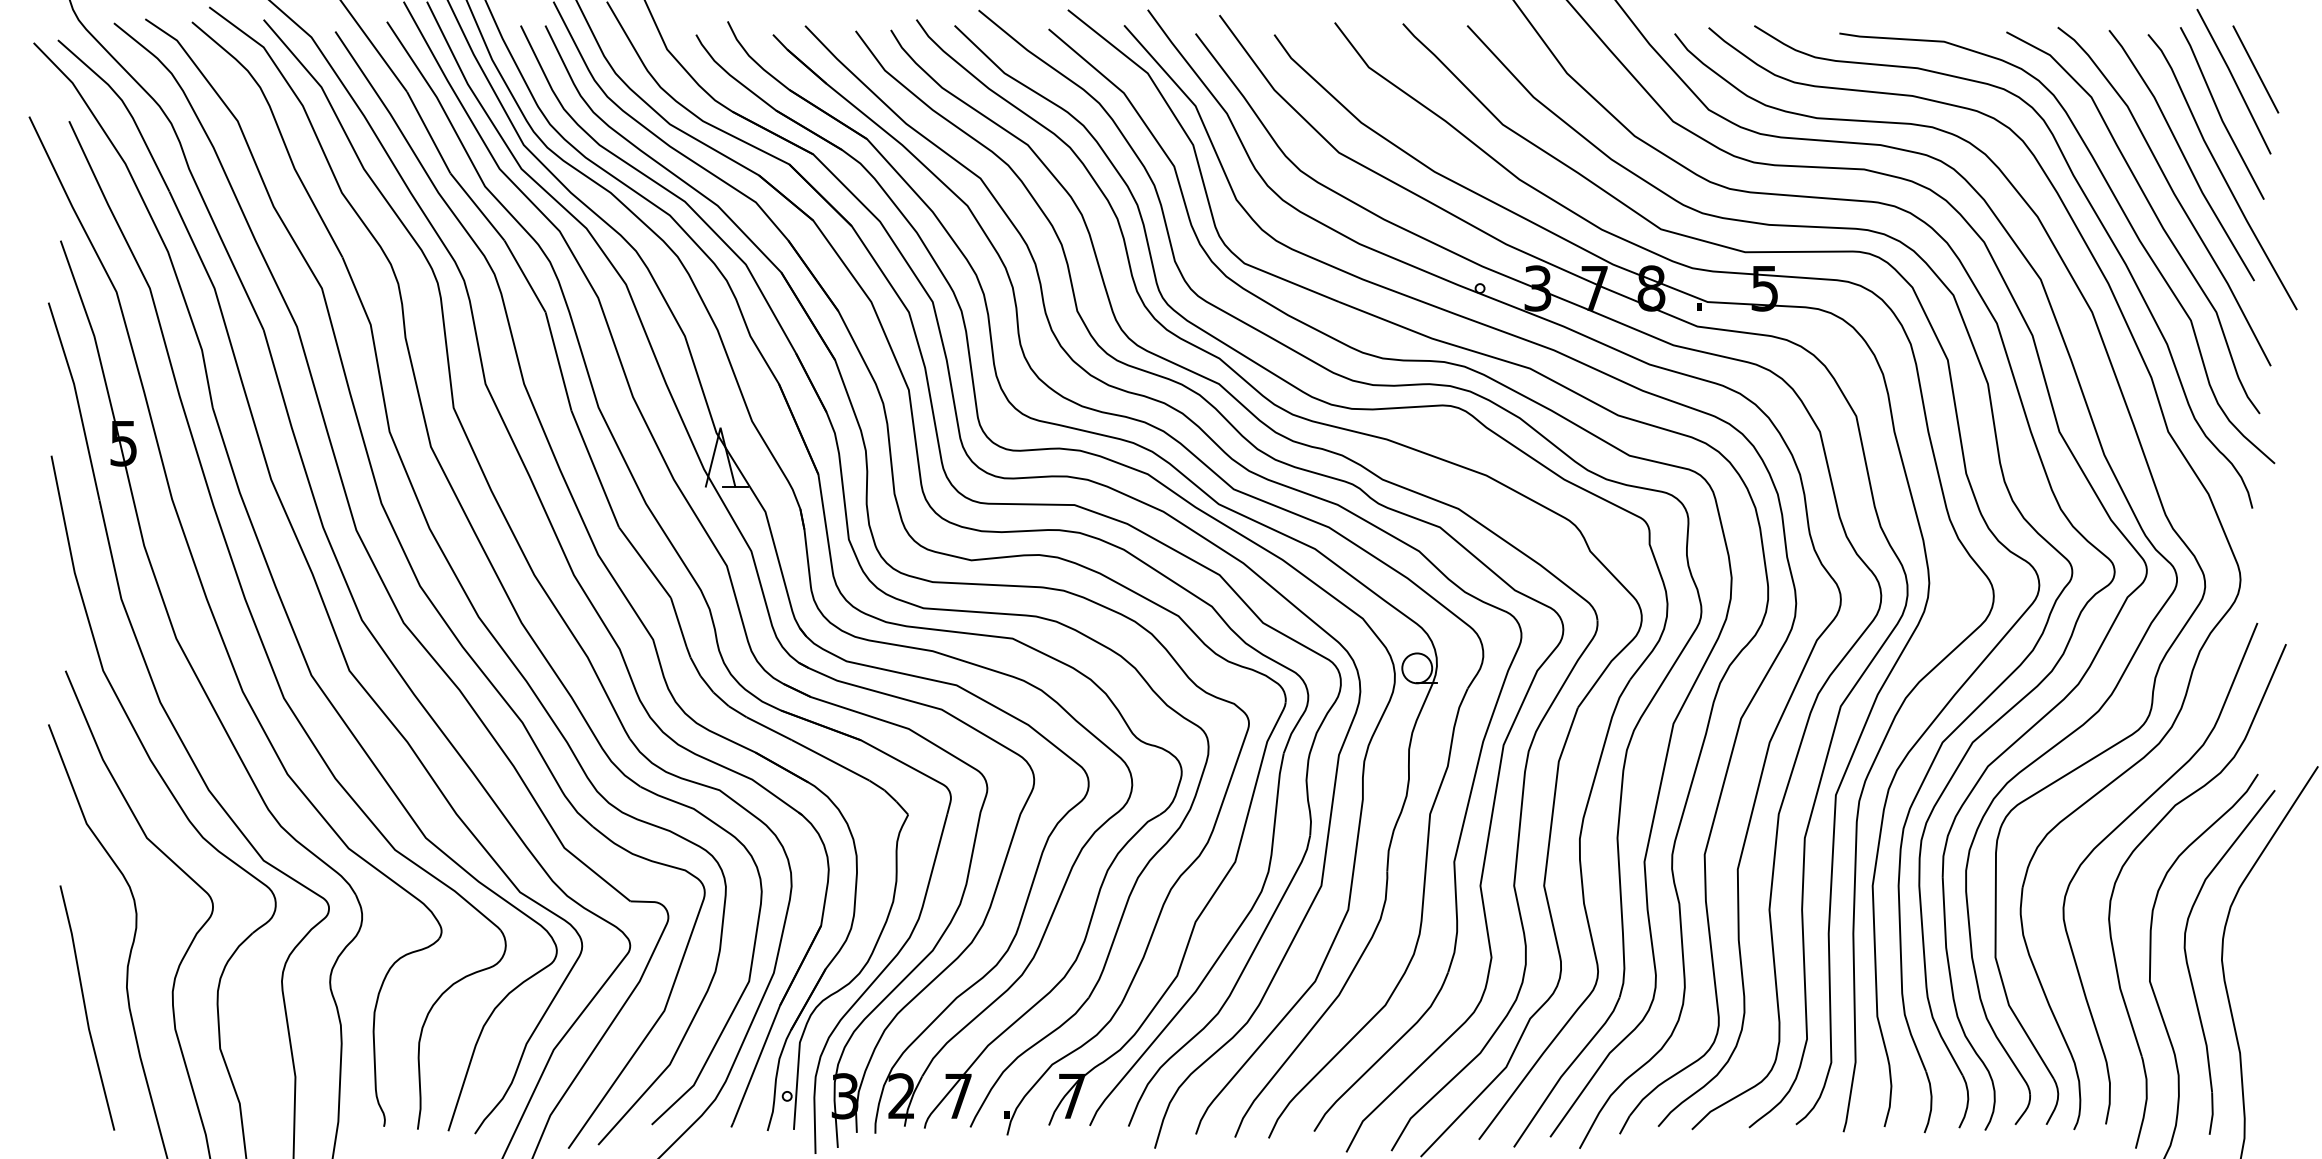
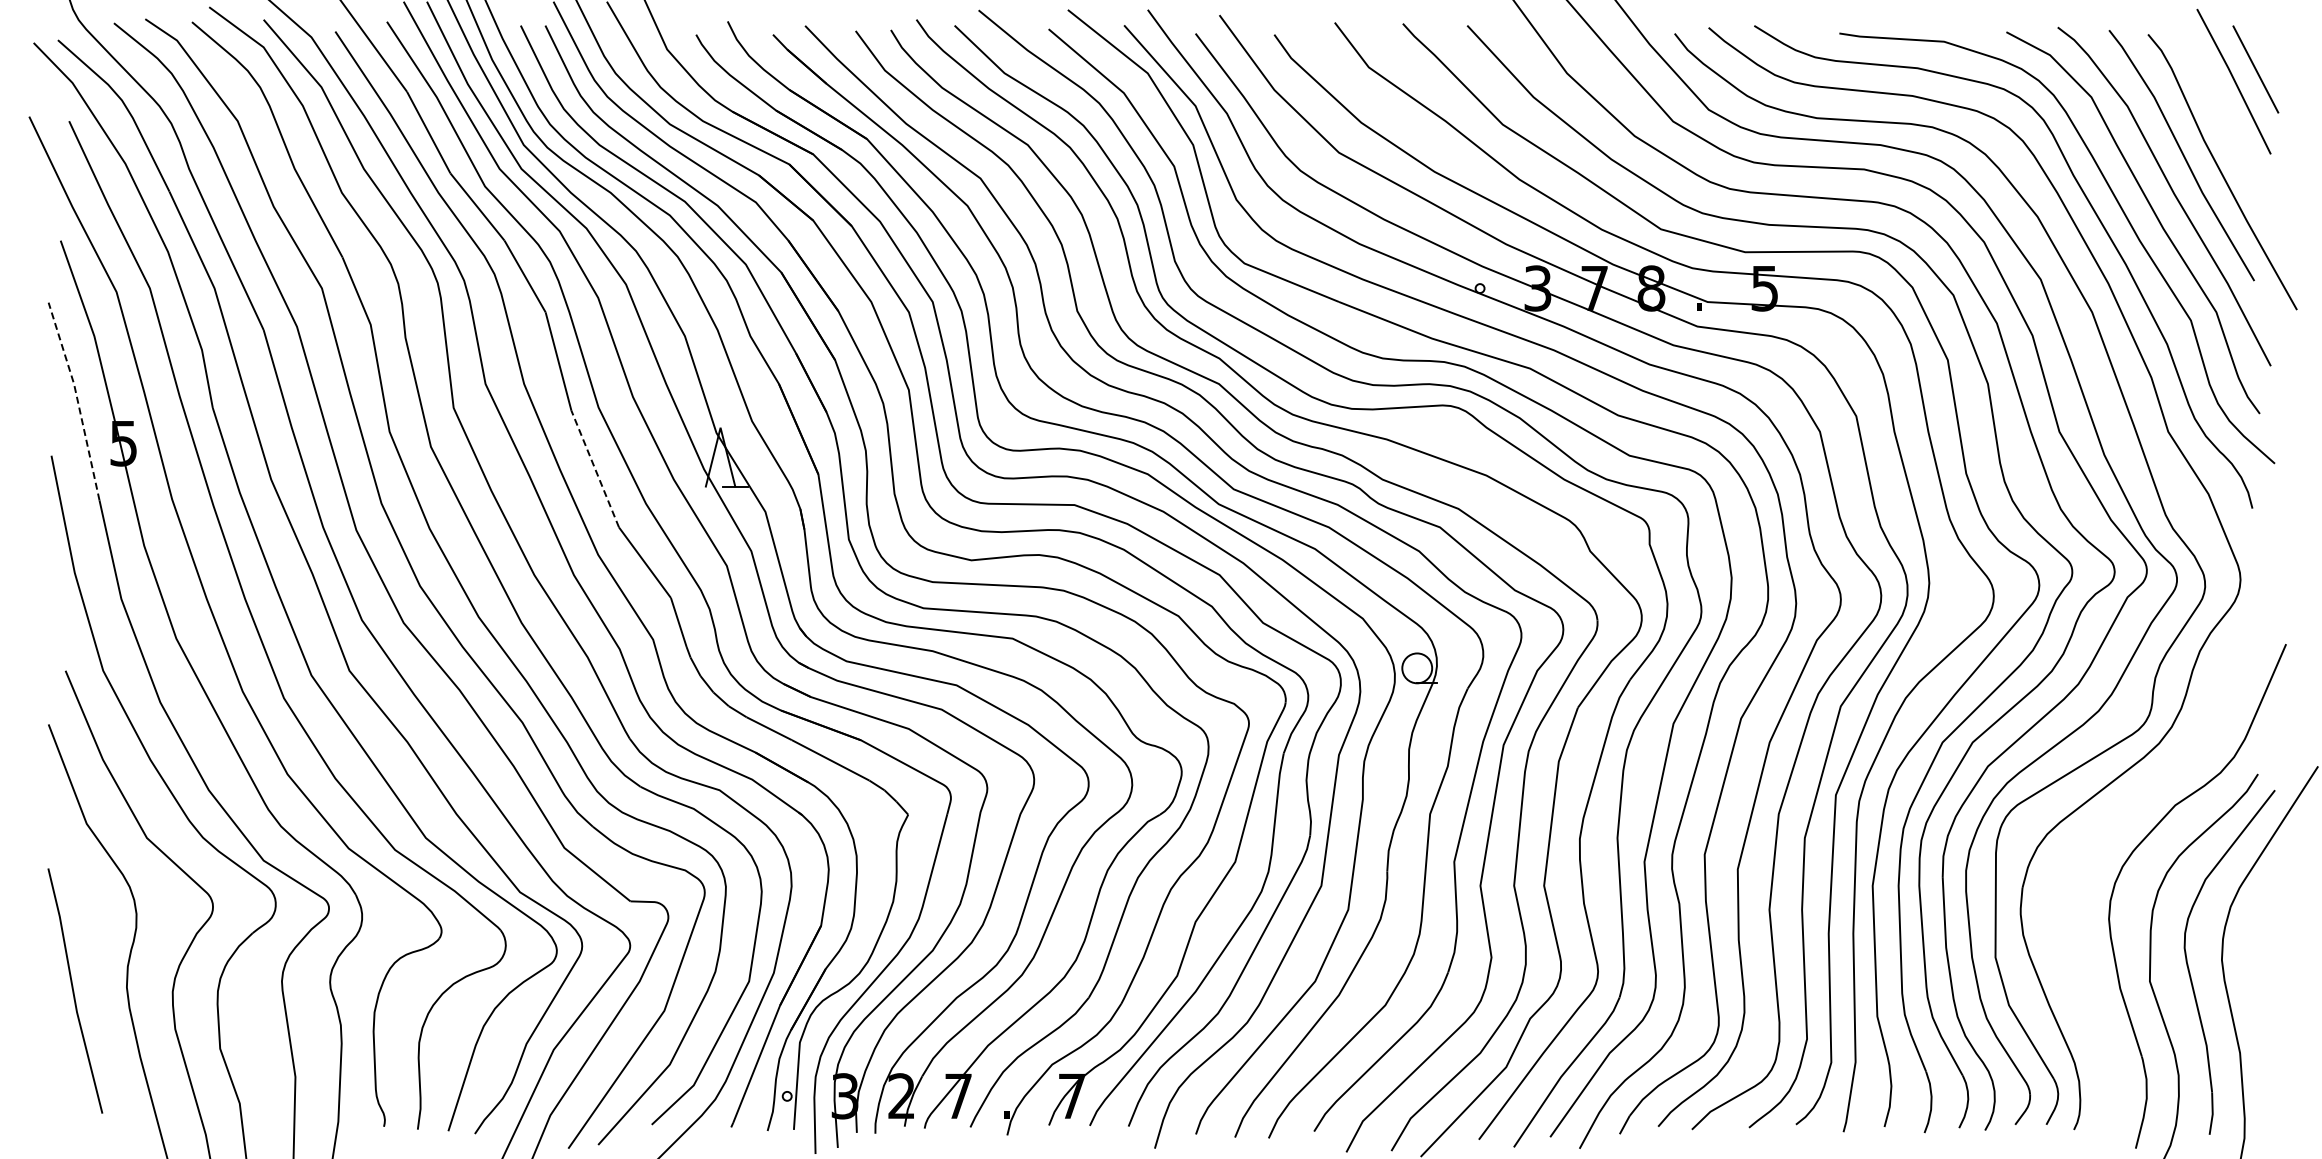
line at (2220, 113): present -> none
line at (77, 399): solid -> dashed
line at (595, 469): solid -> dashed
curve at (2116, 829): present -> none
line at (86, 1008) position: (86, 1008) -> (74, 991)
